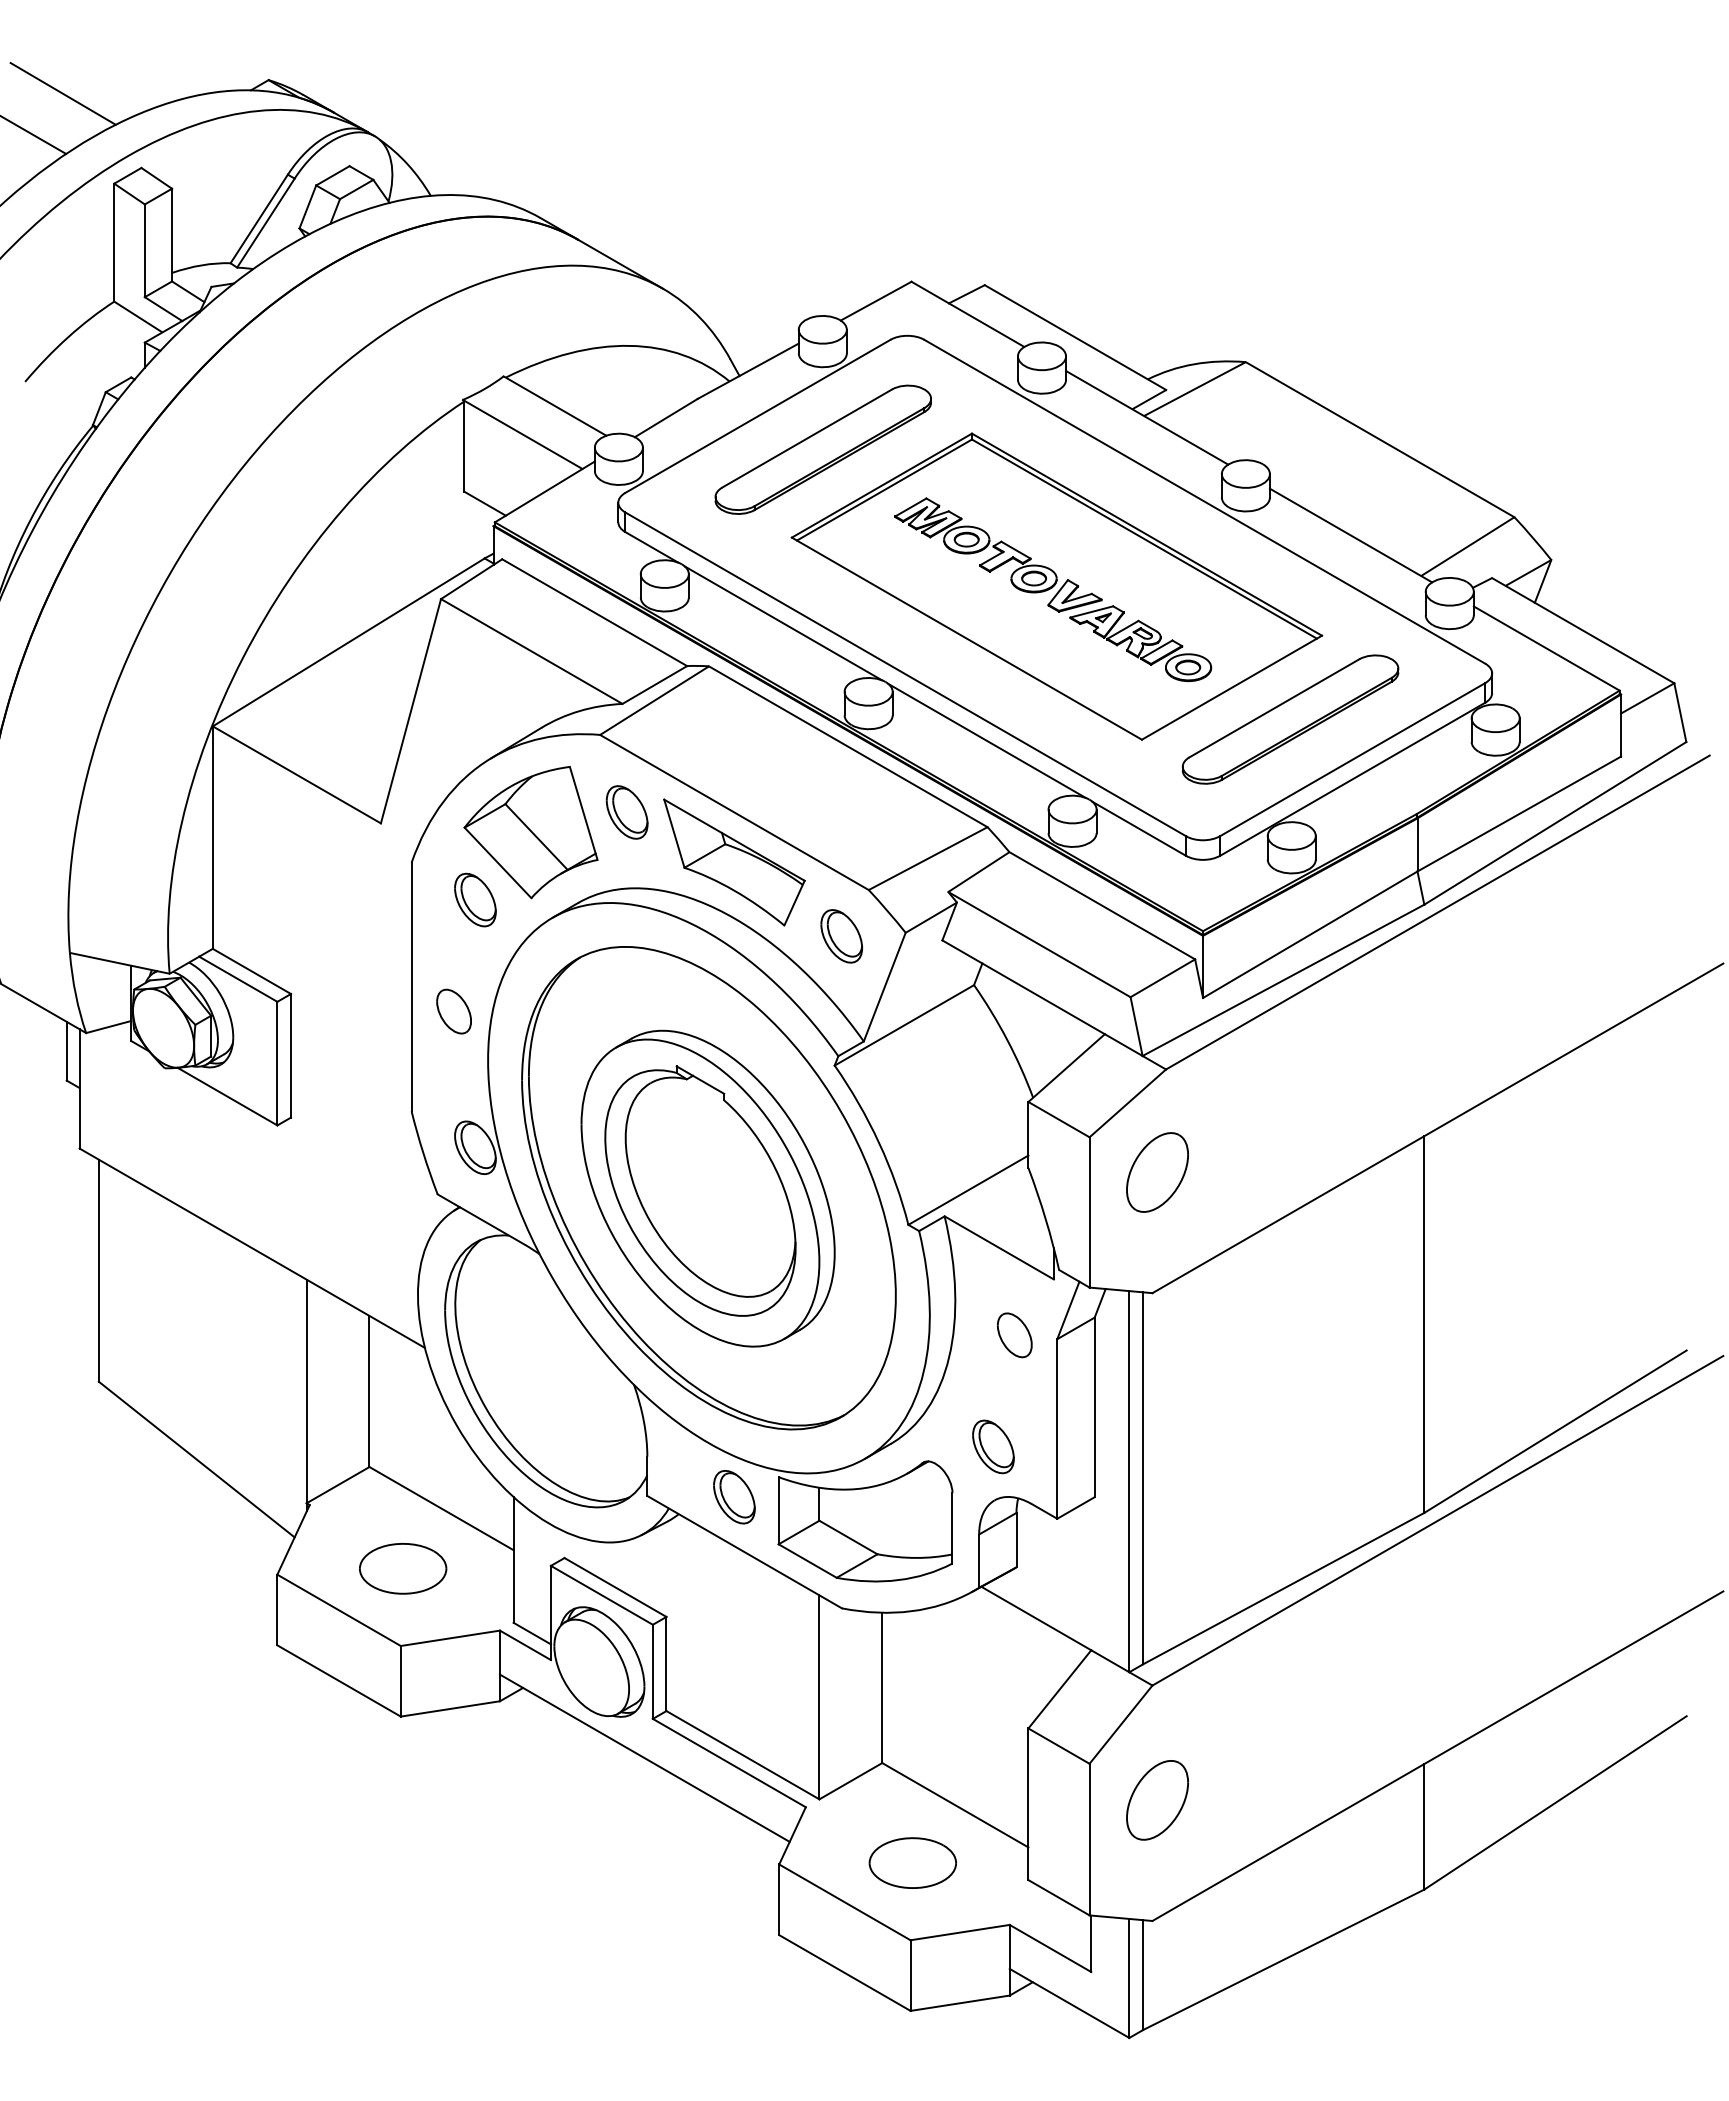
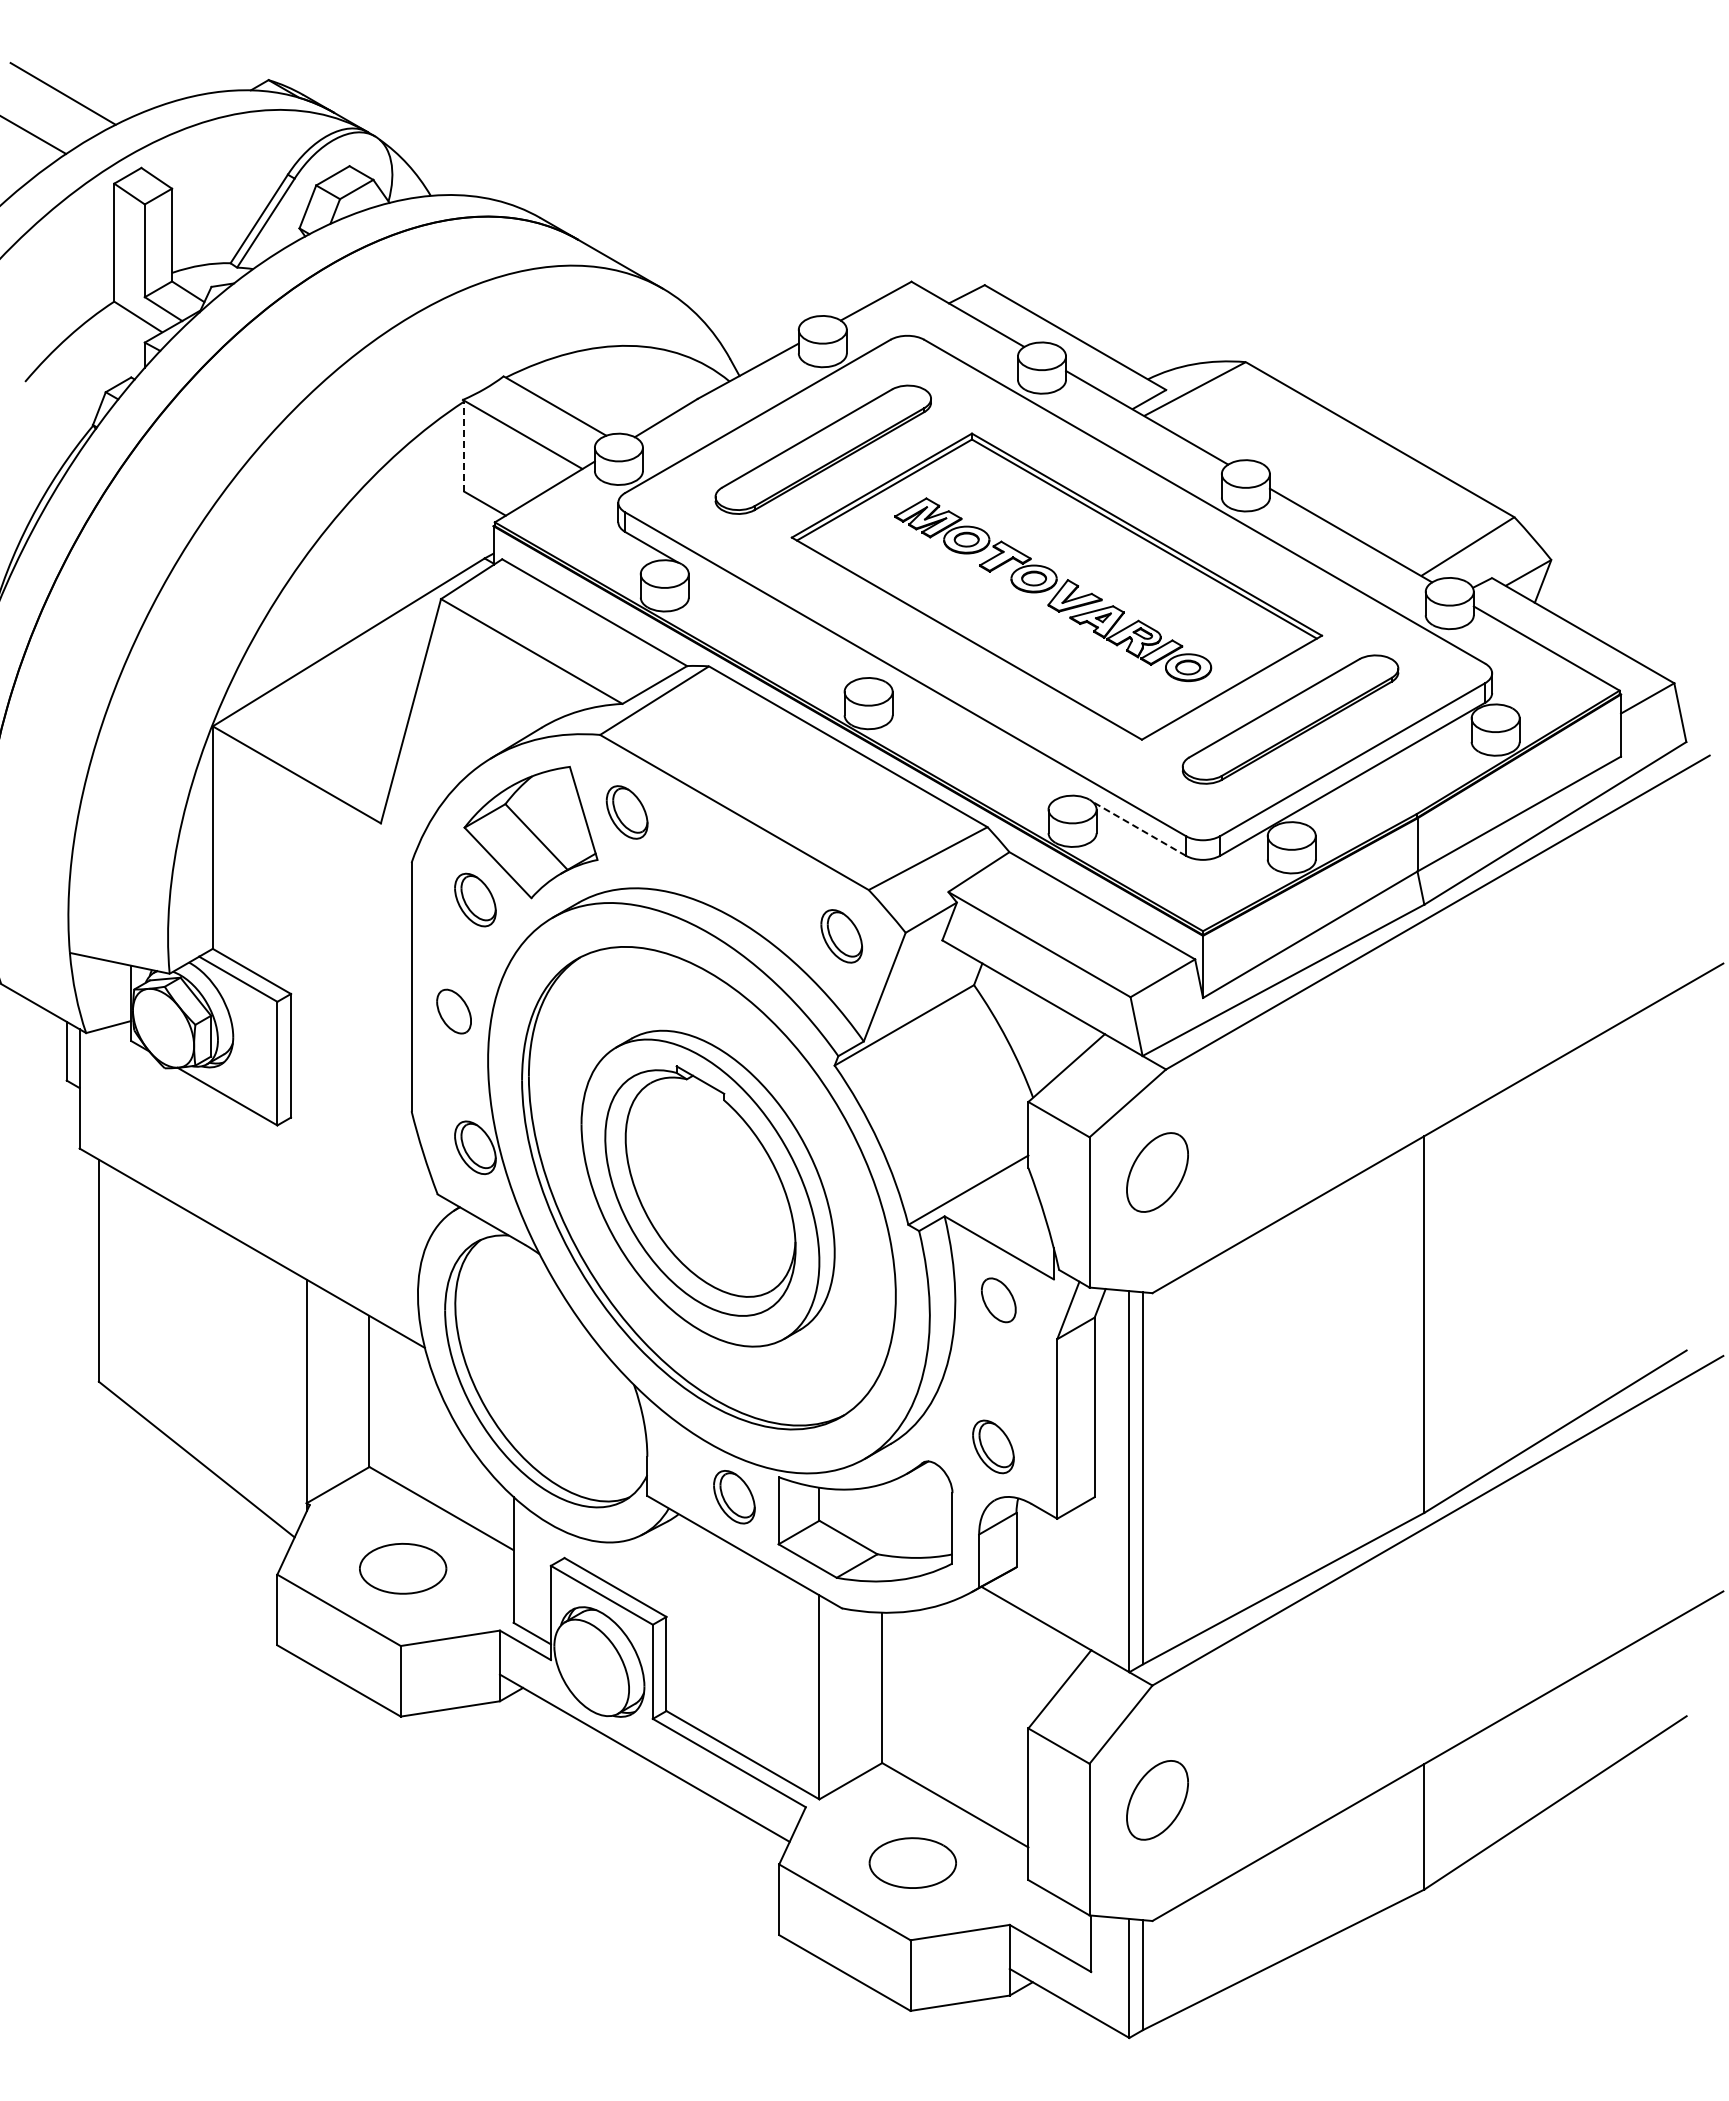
line at (464, 446): solid -> dashed
line at (782, 623): present -> none
line at (986, 740): present -> none
line at (1139, 828): solid -> dashed
part at (734, 862): present -> none
part at (1014, 1335) position: (1014, 1335) -> (998, 1300)
